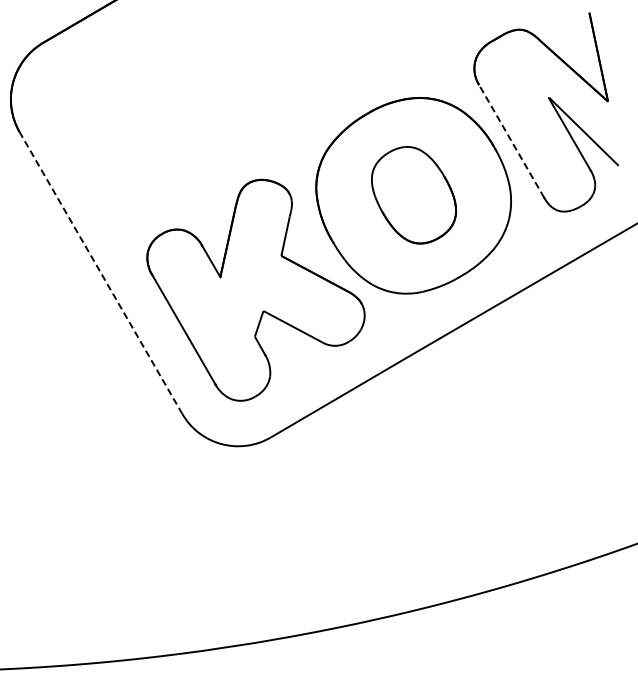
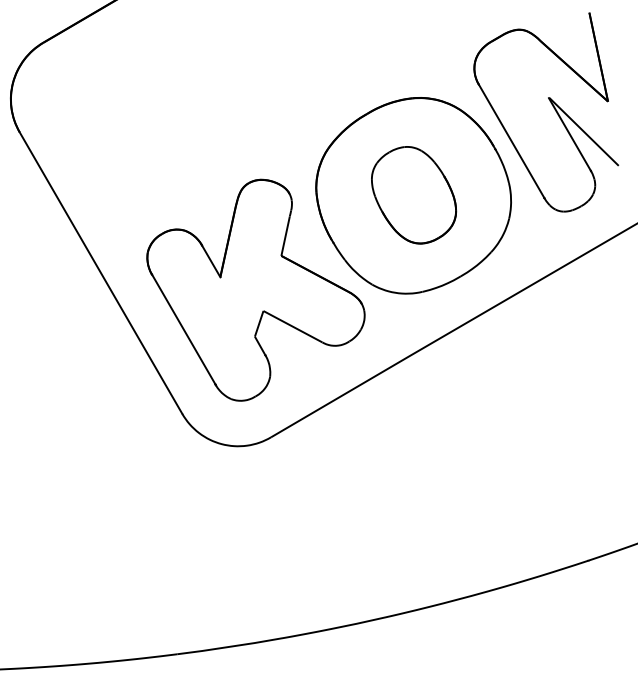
line at (511, 141): dashed -> solid
line at (100, 273): dashed -> solid
